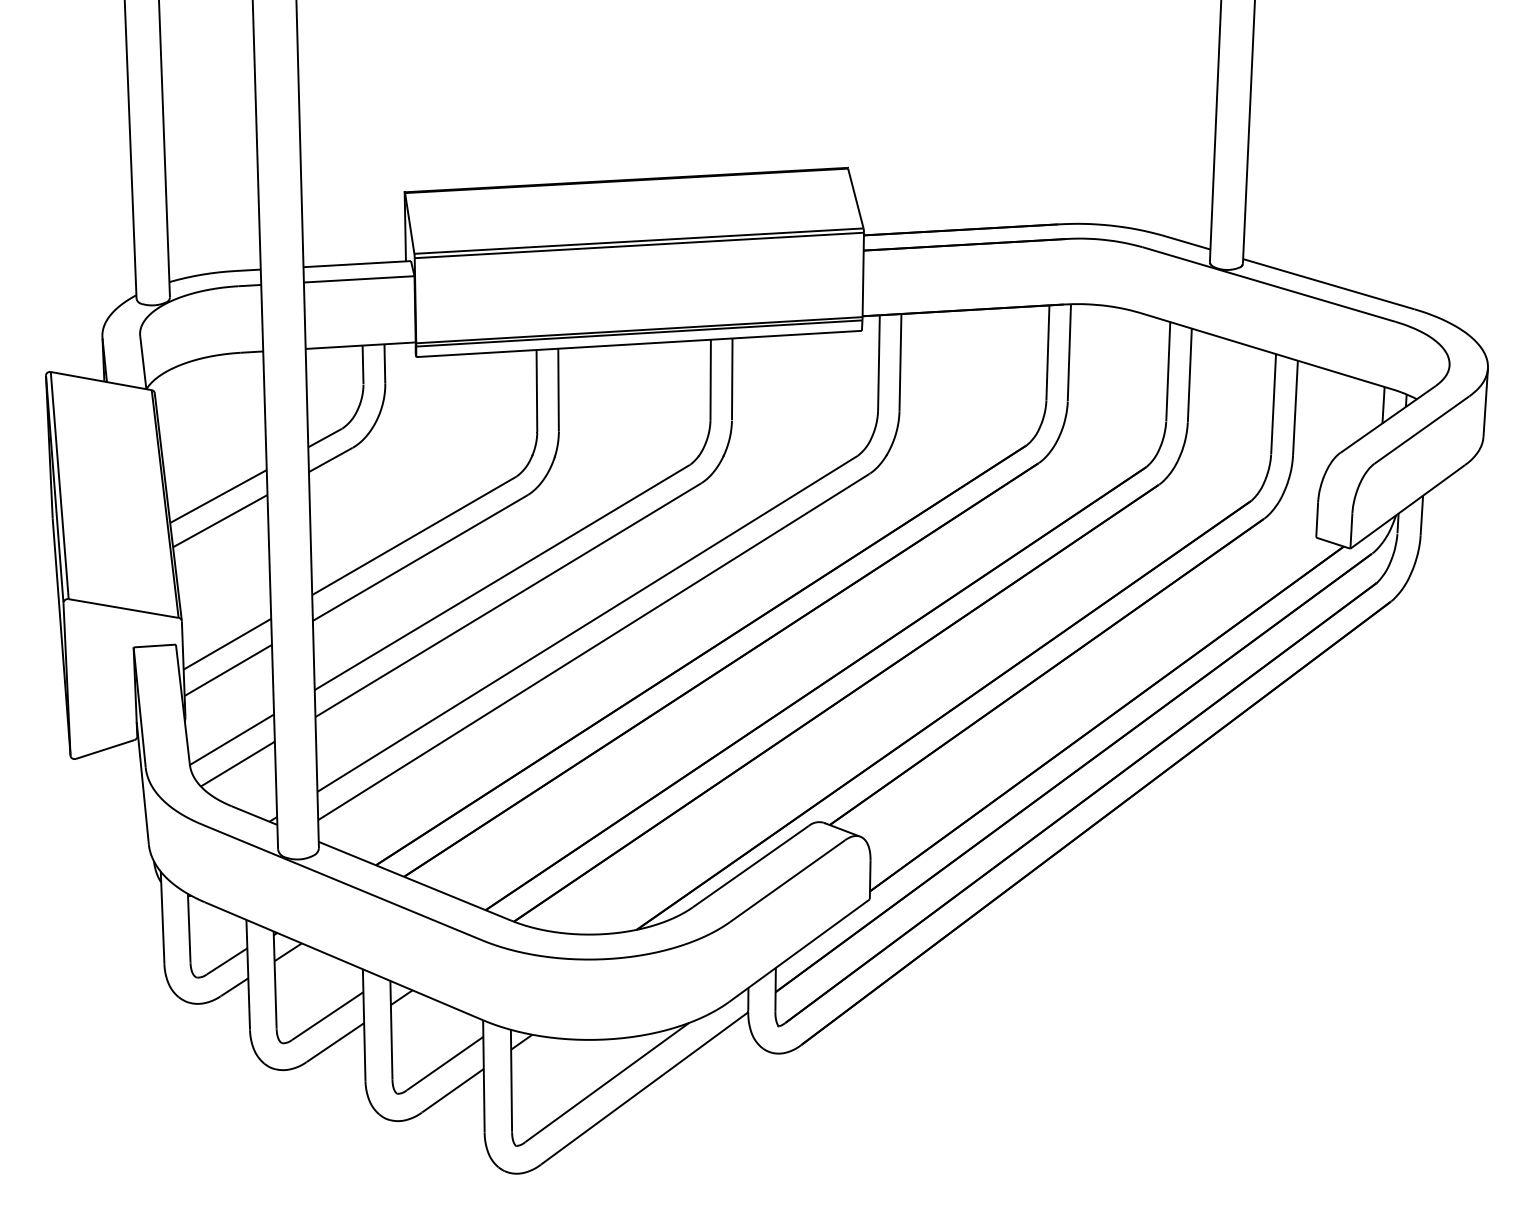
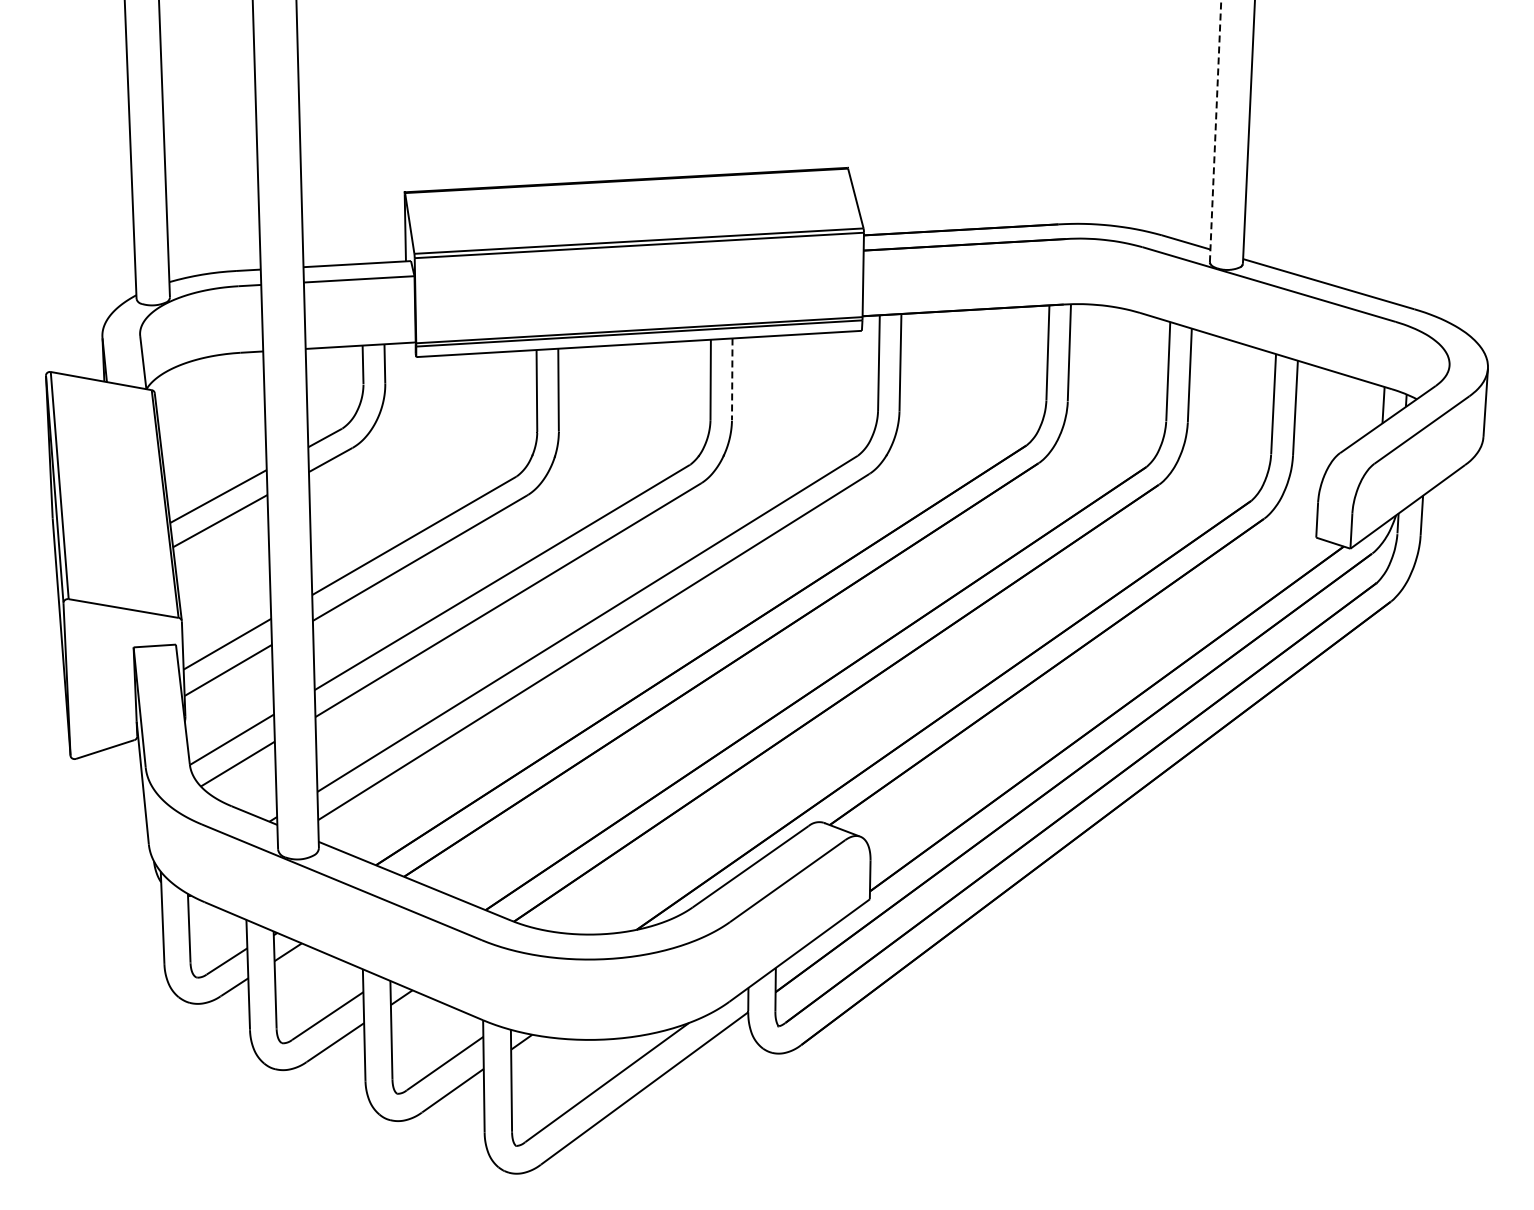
line at (1215, 131): solid -> dashed
line at (732, 379): solid -> dashed
